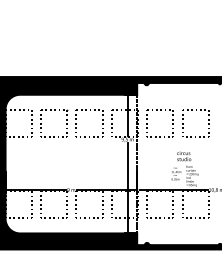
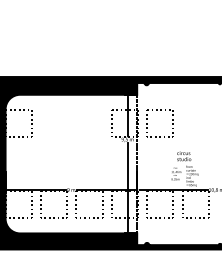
part at (71, 123): present -> none
part at (183, 123): present -> none
